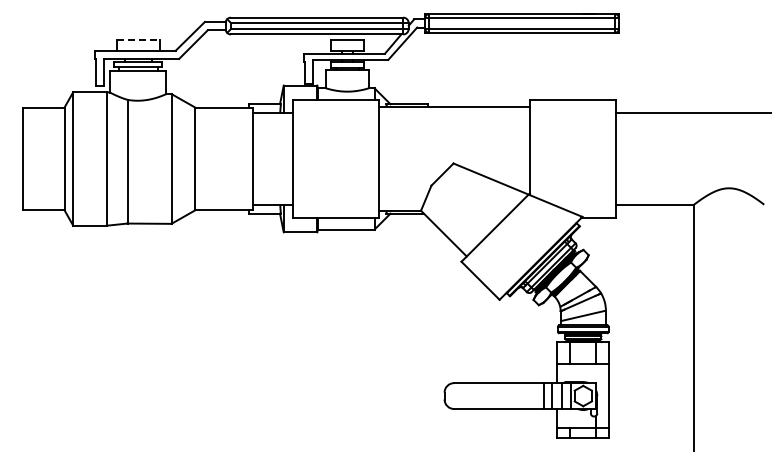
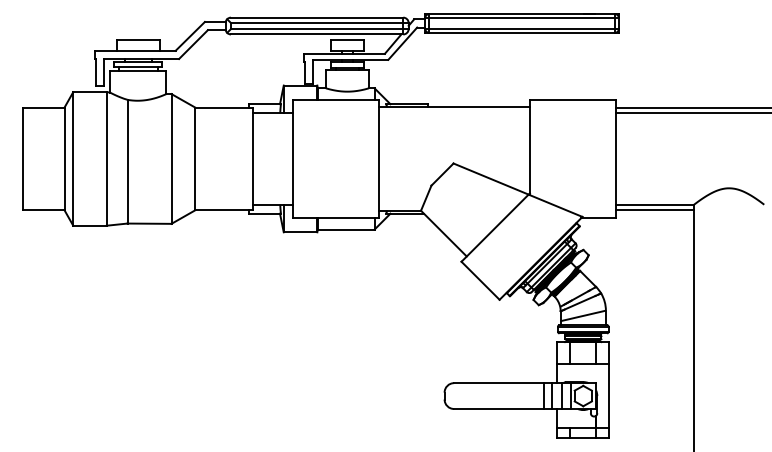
line at (138, 40): dashed -> solid
line at (692, 107): none -> present
line at (655, 210): none -> present
